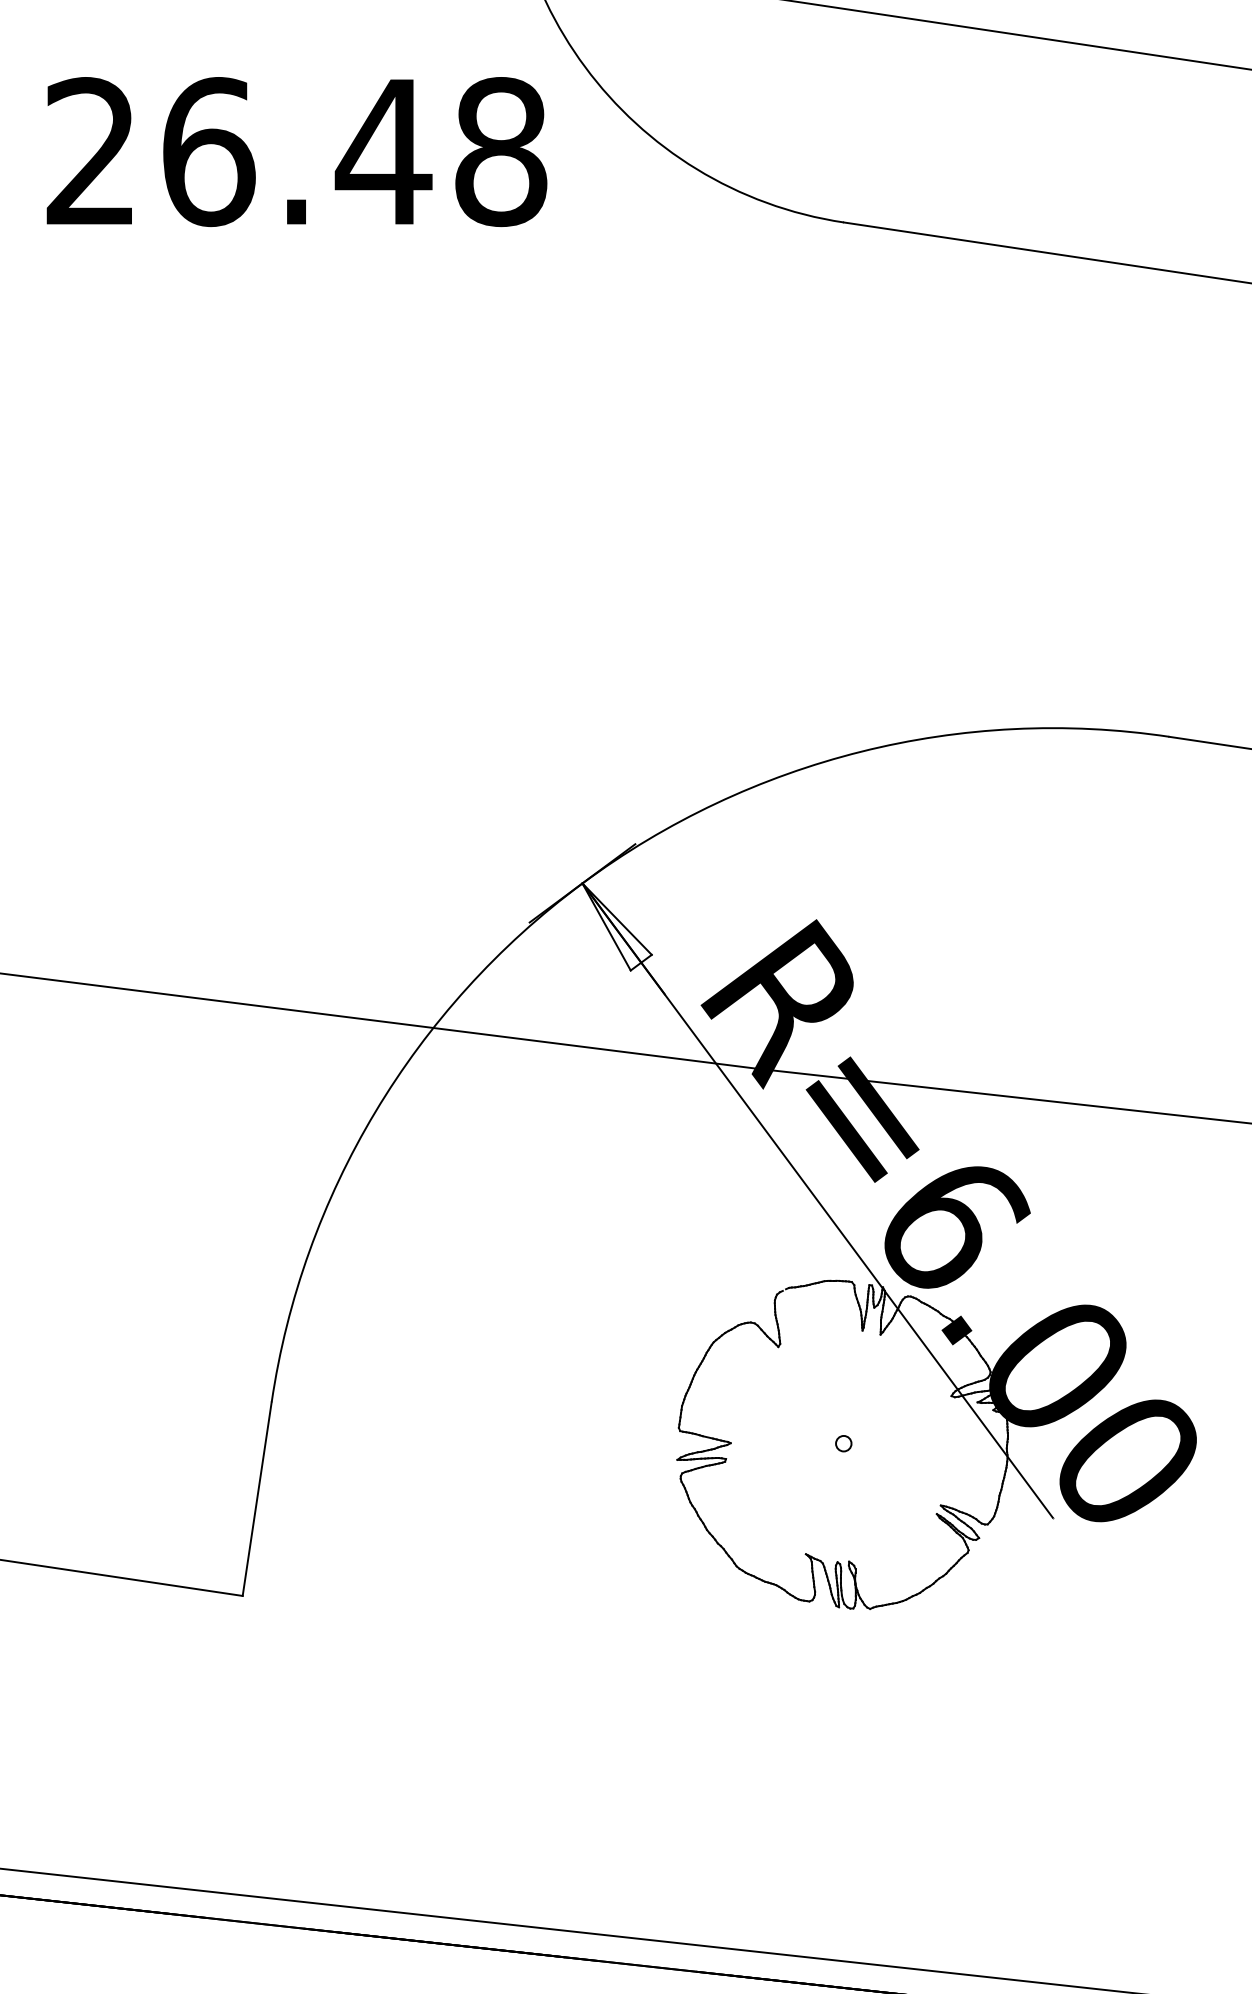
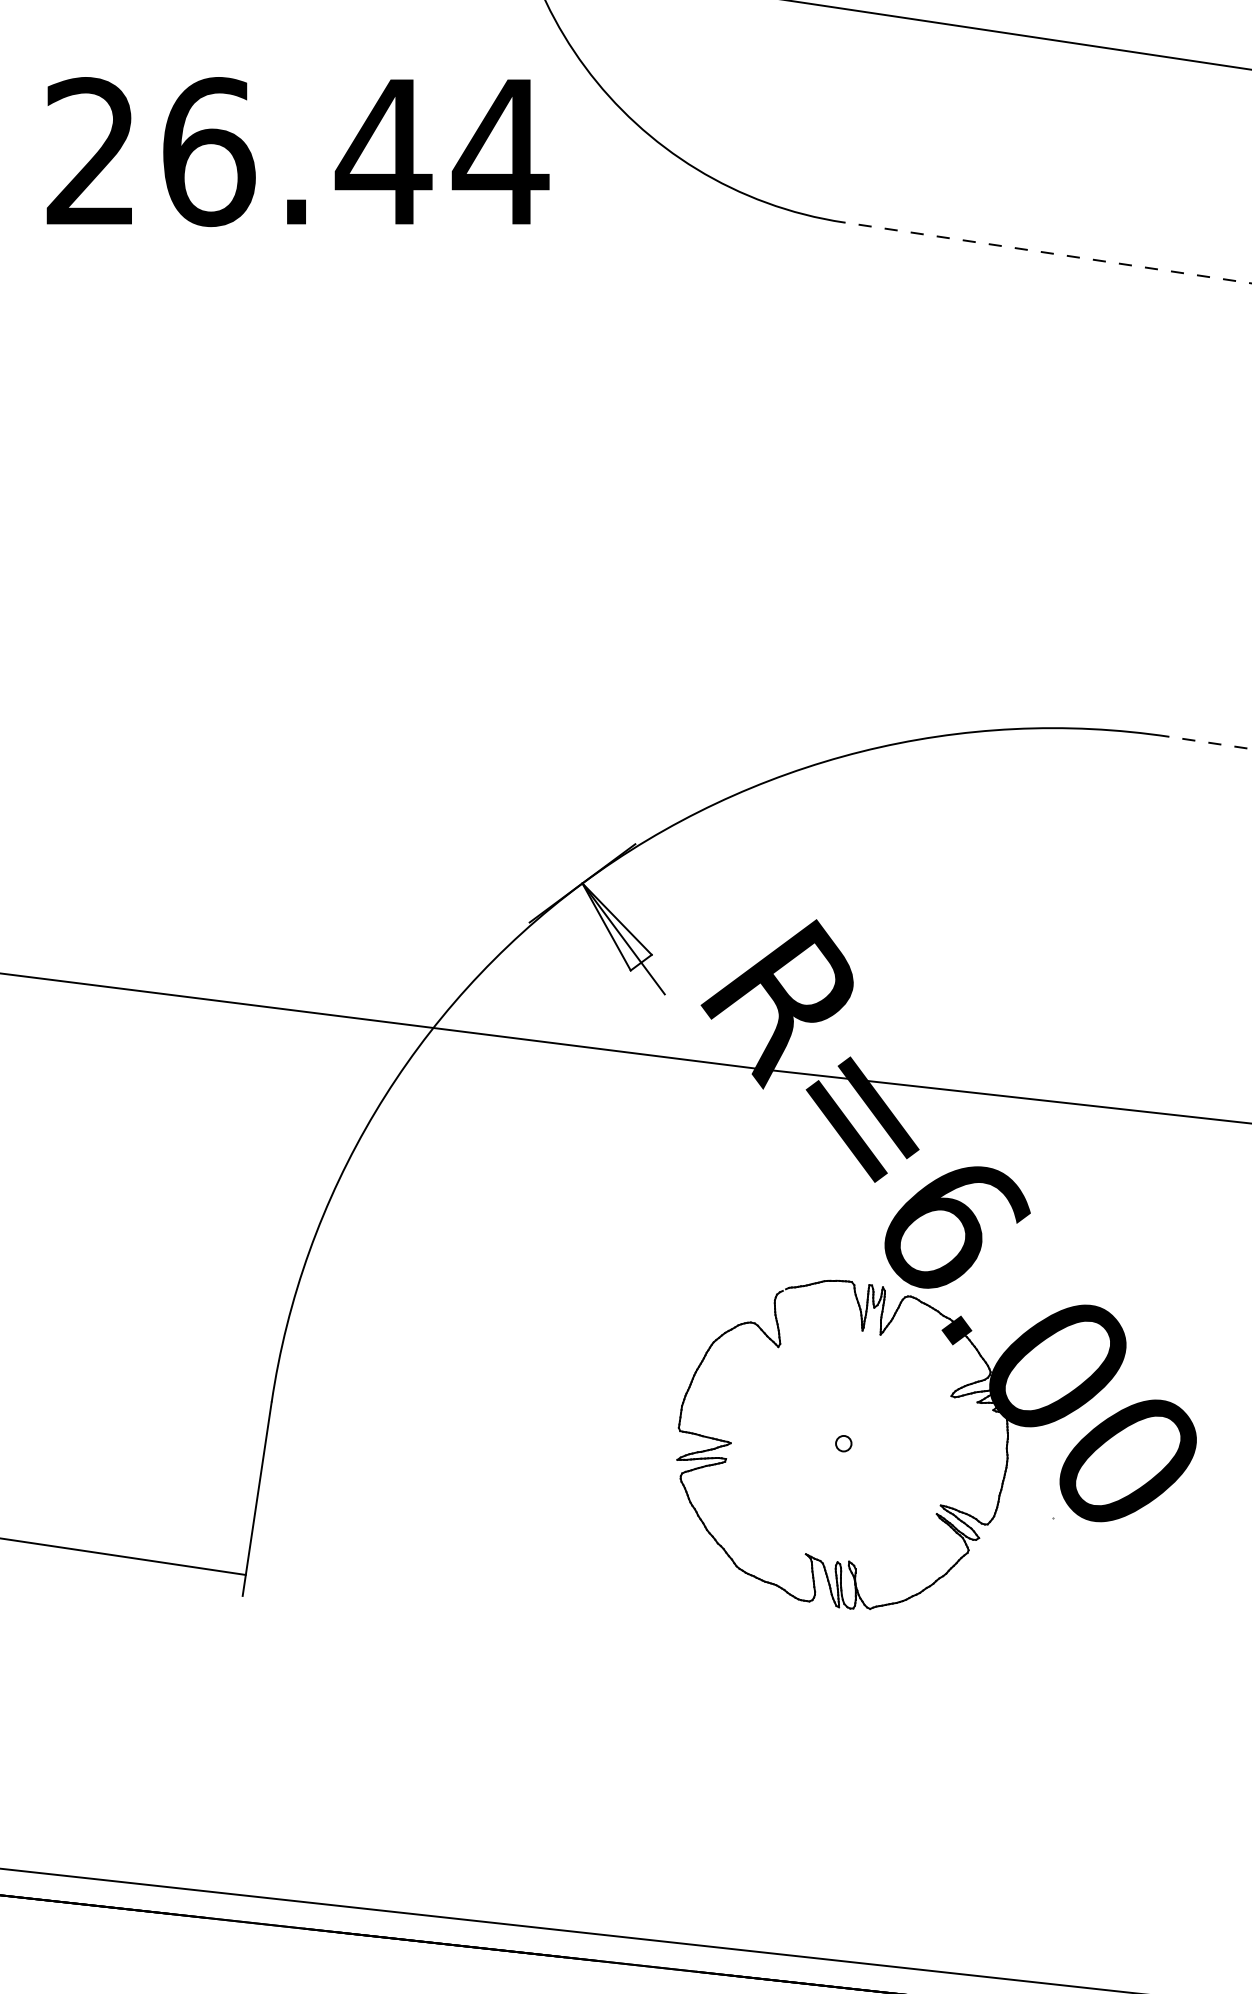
text at (500, 152): 26.48 -> 26.44
line at (1047, 252): solid -> dashed
line at (1209, 742): solid -> dashed
line at (817, 1200): present -> none
line at (122, 1577) position: (122, 1577) -> (123, 1556)
